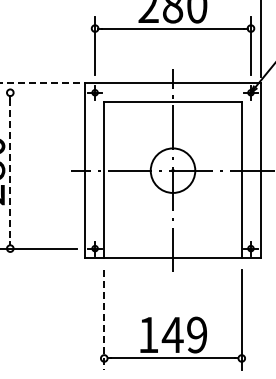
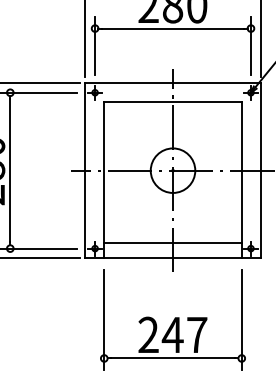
line at (85, 39): none -> present
line at (39, 83): dashed -> solid
line at (39, 92): none -> present
line at (10, 171): dashed -> solid
line at (172, 242): none -> present
line at (40, 258): none -> present
line at (104, 320): dashed -> solid
text at (172, 334): 149 -> 247
